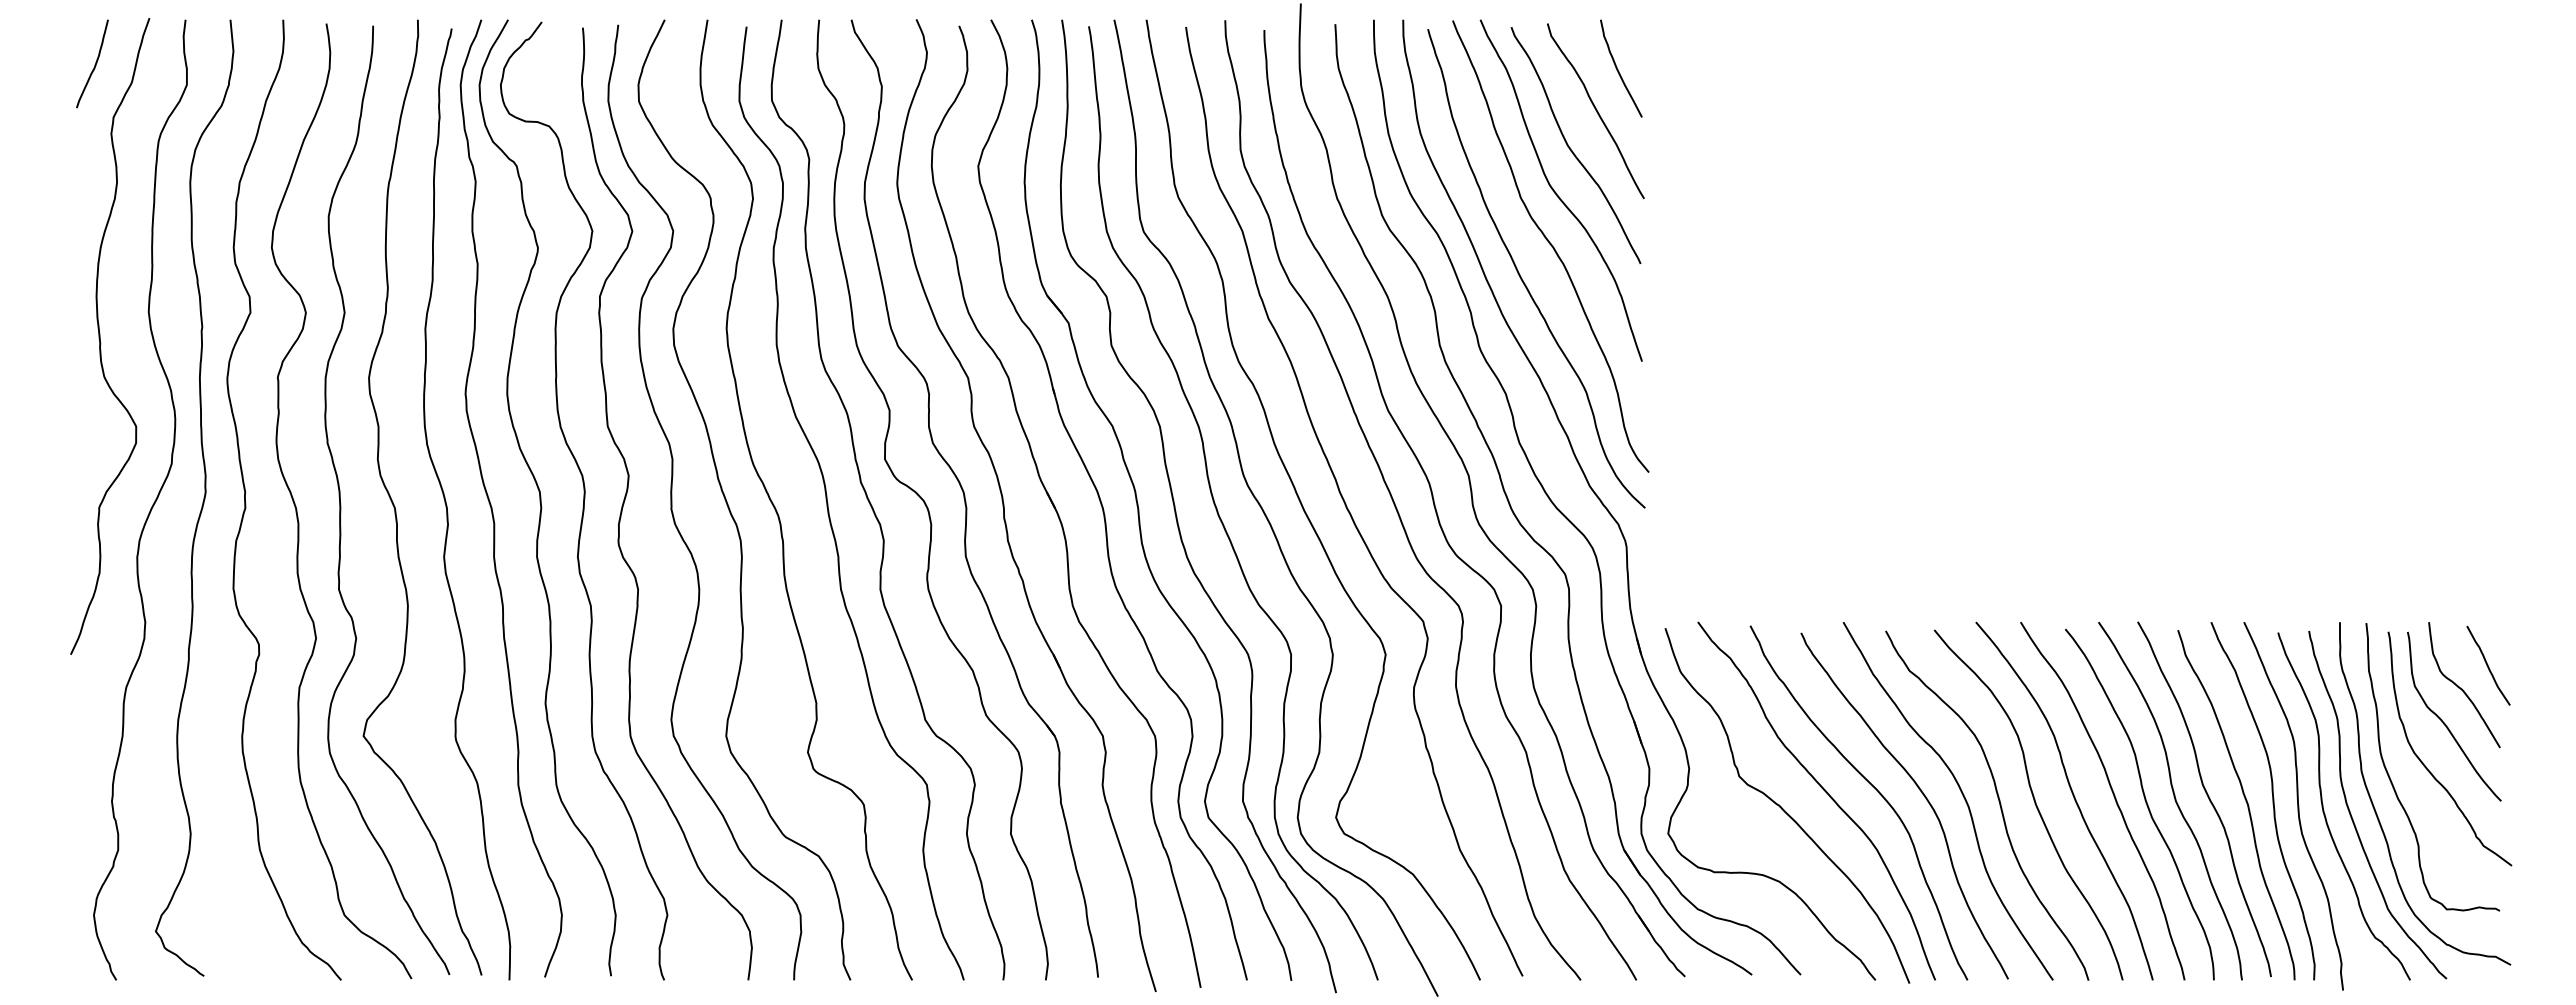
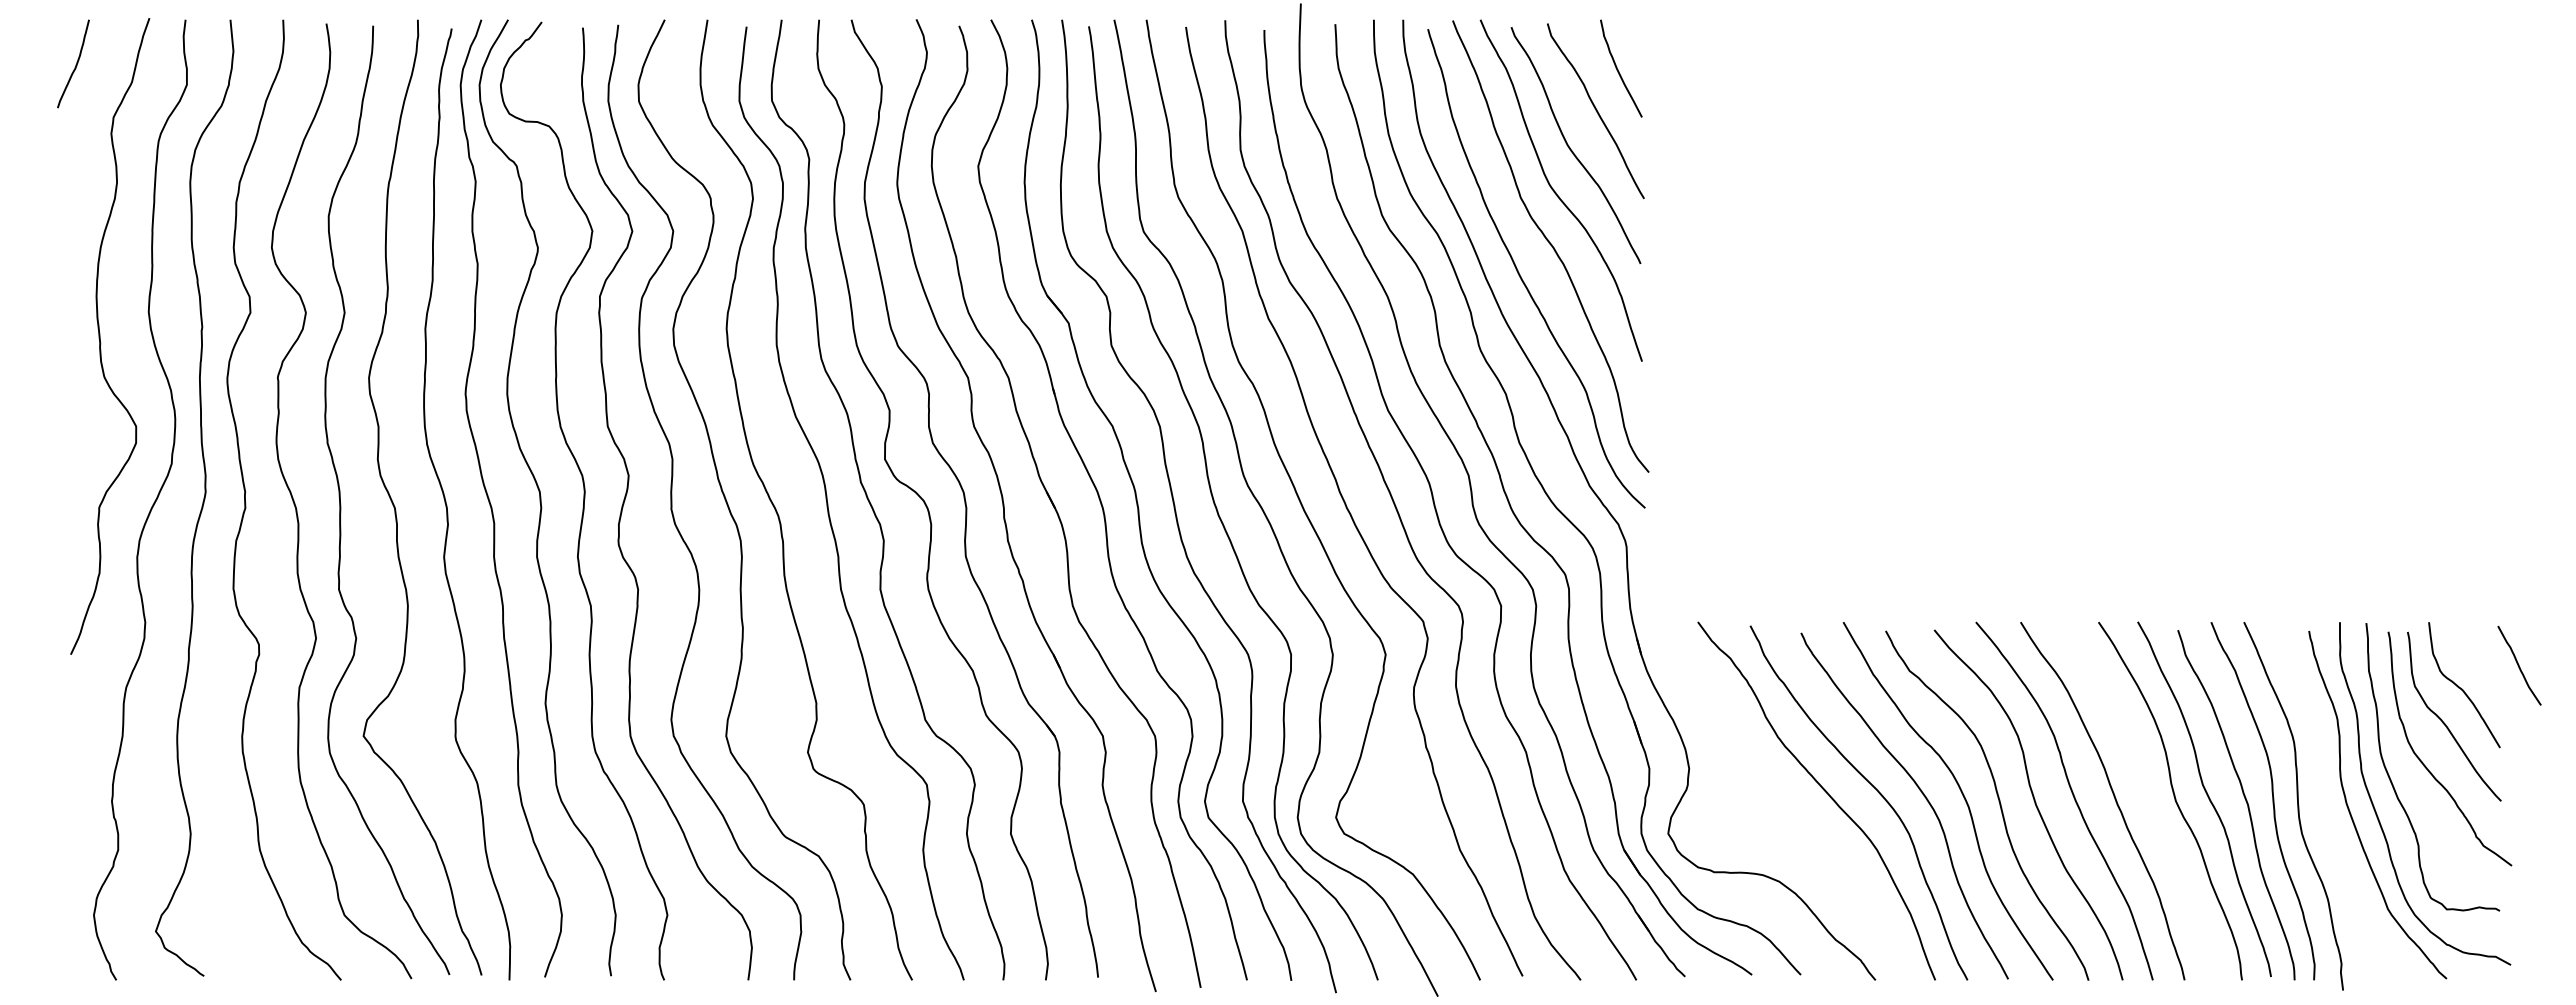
curve at (94, 64) position: (94, 64) -> (75, 64)
curve at (2488, 665) position: (2488, 665) -> (2519, 665)
curve at (2145, 803): present -> none
curve at (1783, 808): present -> none
curve at (2324, 810): present -> none
